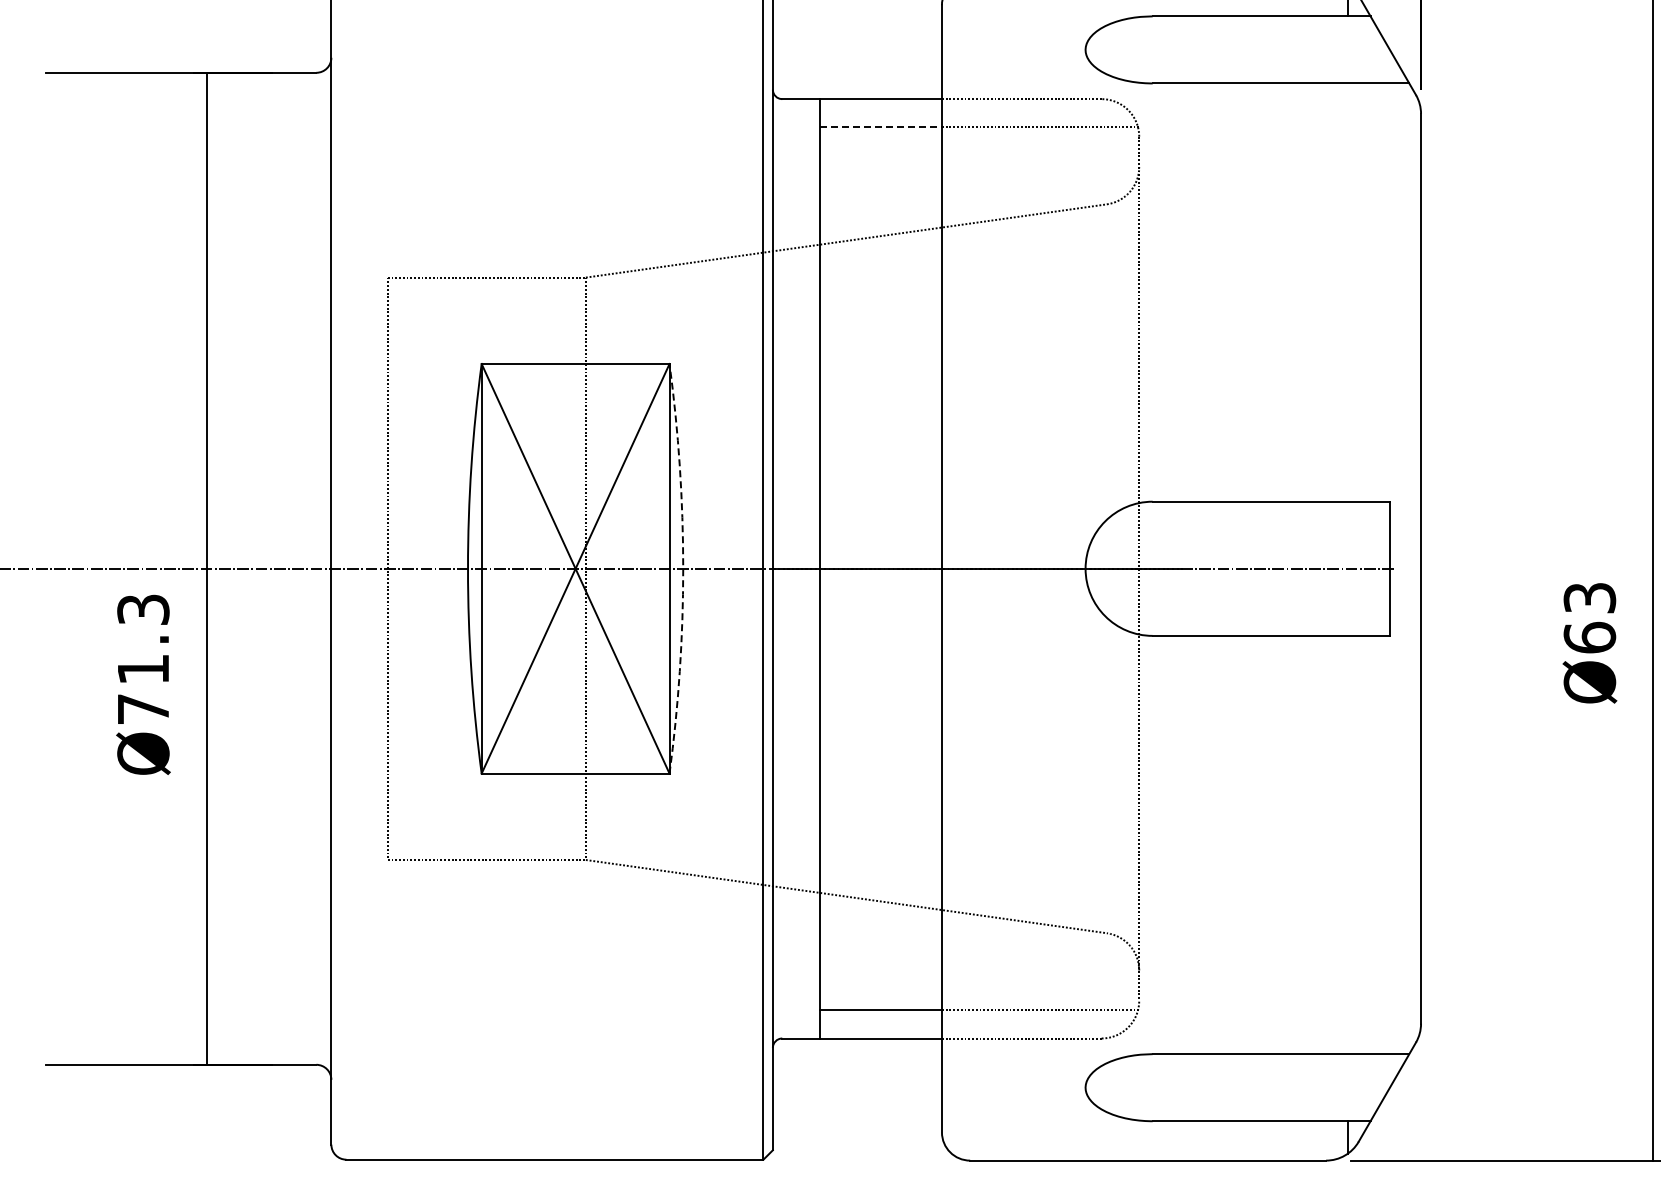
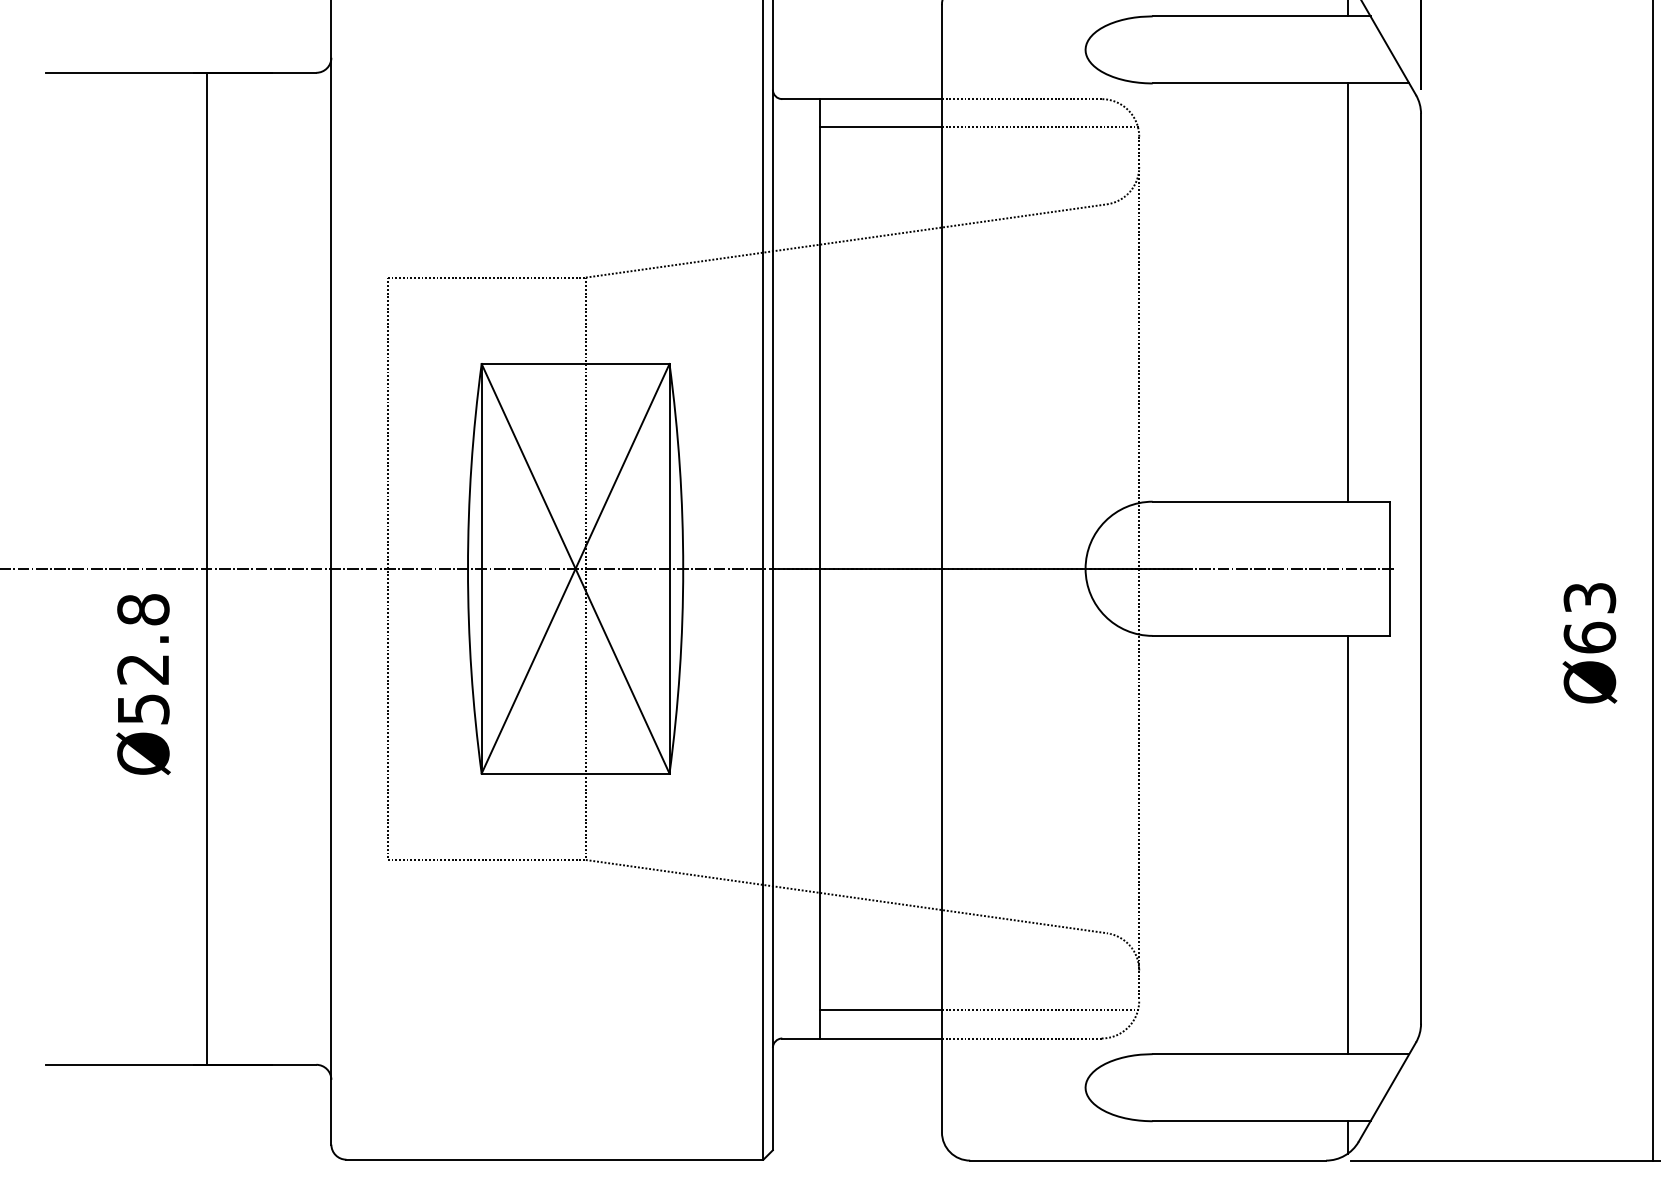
line at (881, 127): dashed -> solid
line at (1347, 292): none -> present
arc at (683, 568): dashed -> solid
text at (143, 659): Ø71.3 -> Ø52.8
line at (1347, 844): none -> present
